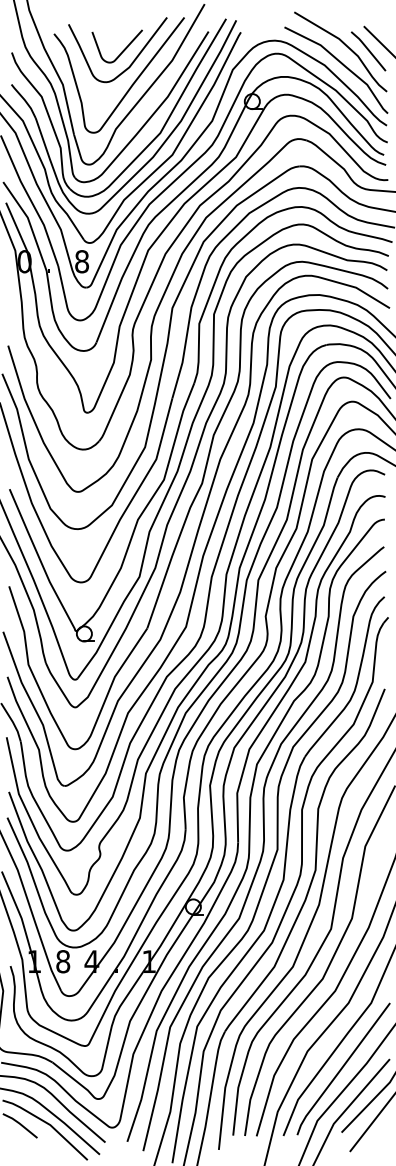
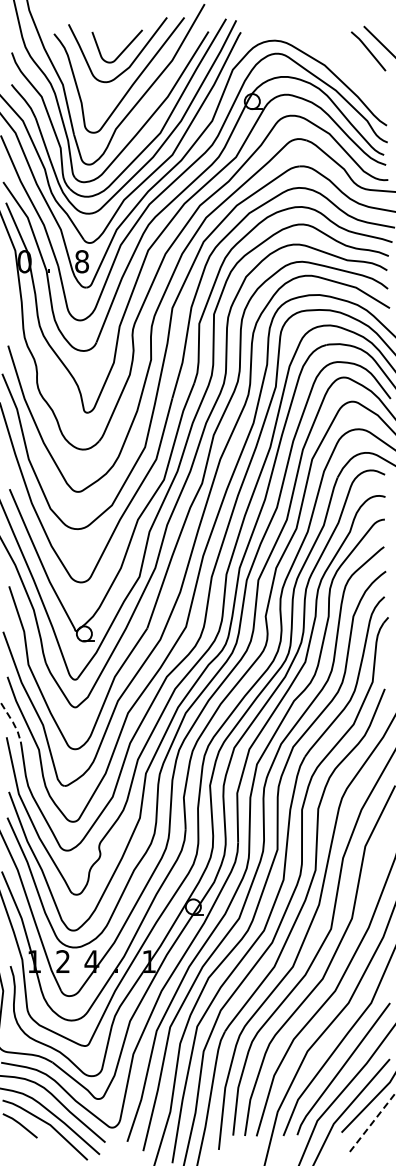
part at (336, 62): present -> none
line at (12, 722): solid -> dashed
text at (63, 961): 8 -> 2
line at (373, 1122): solid -> dashed
